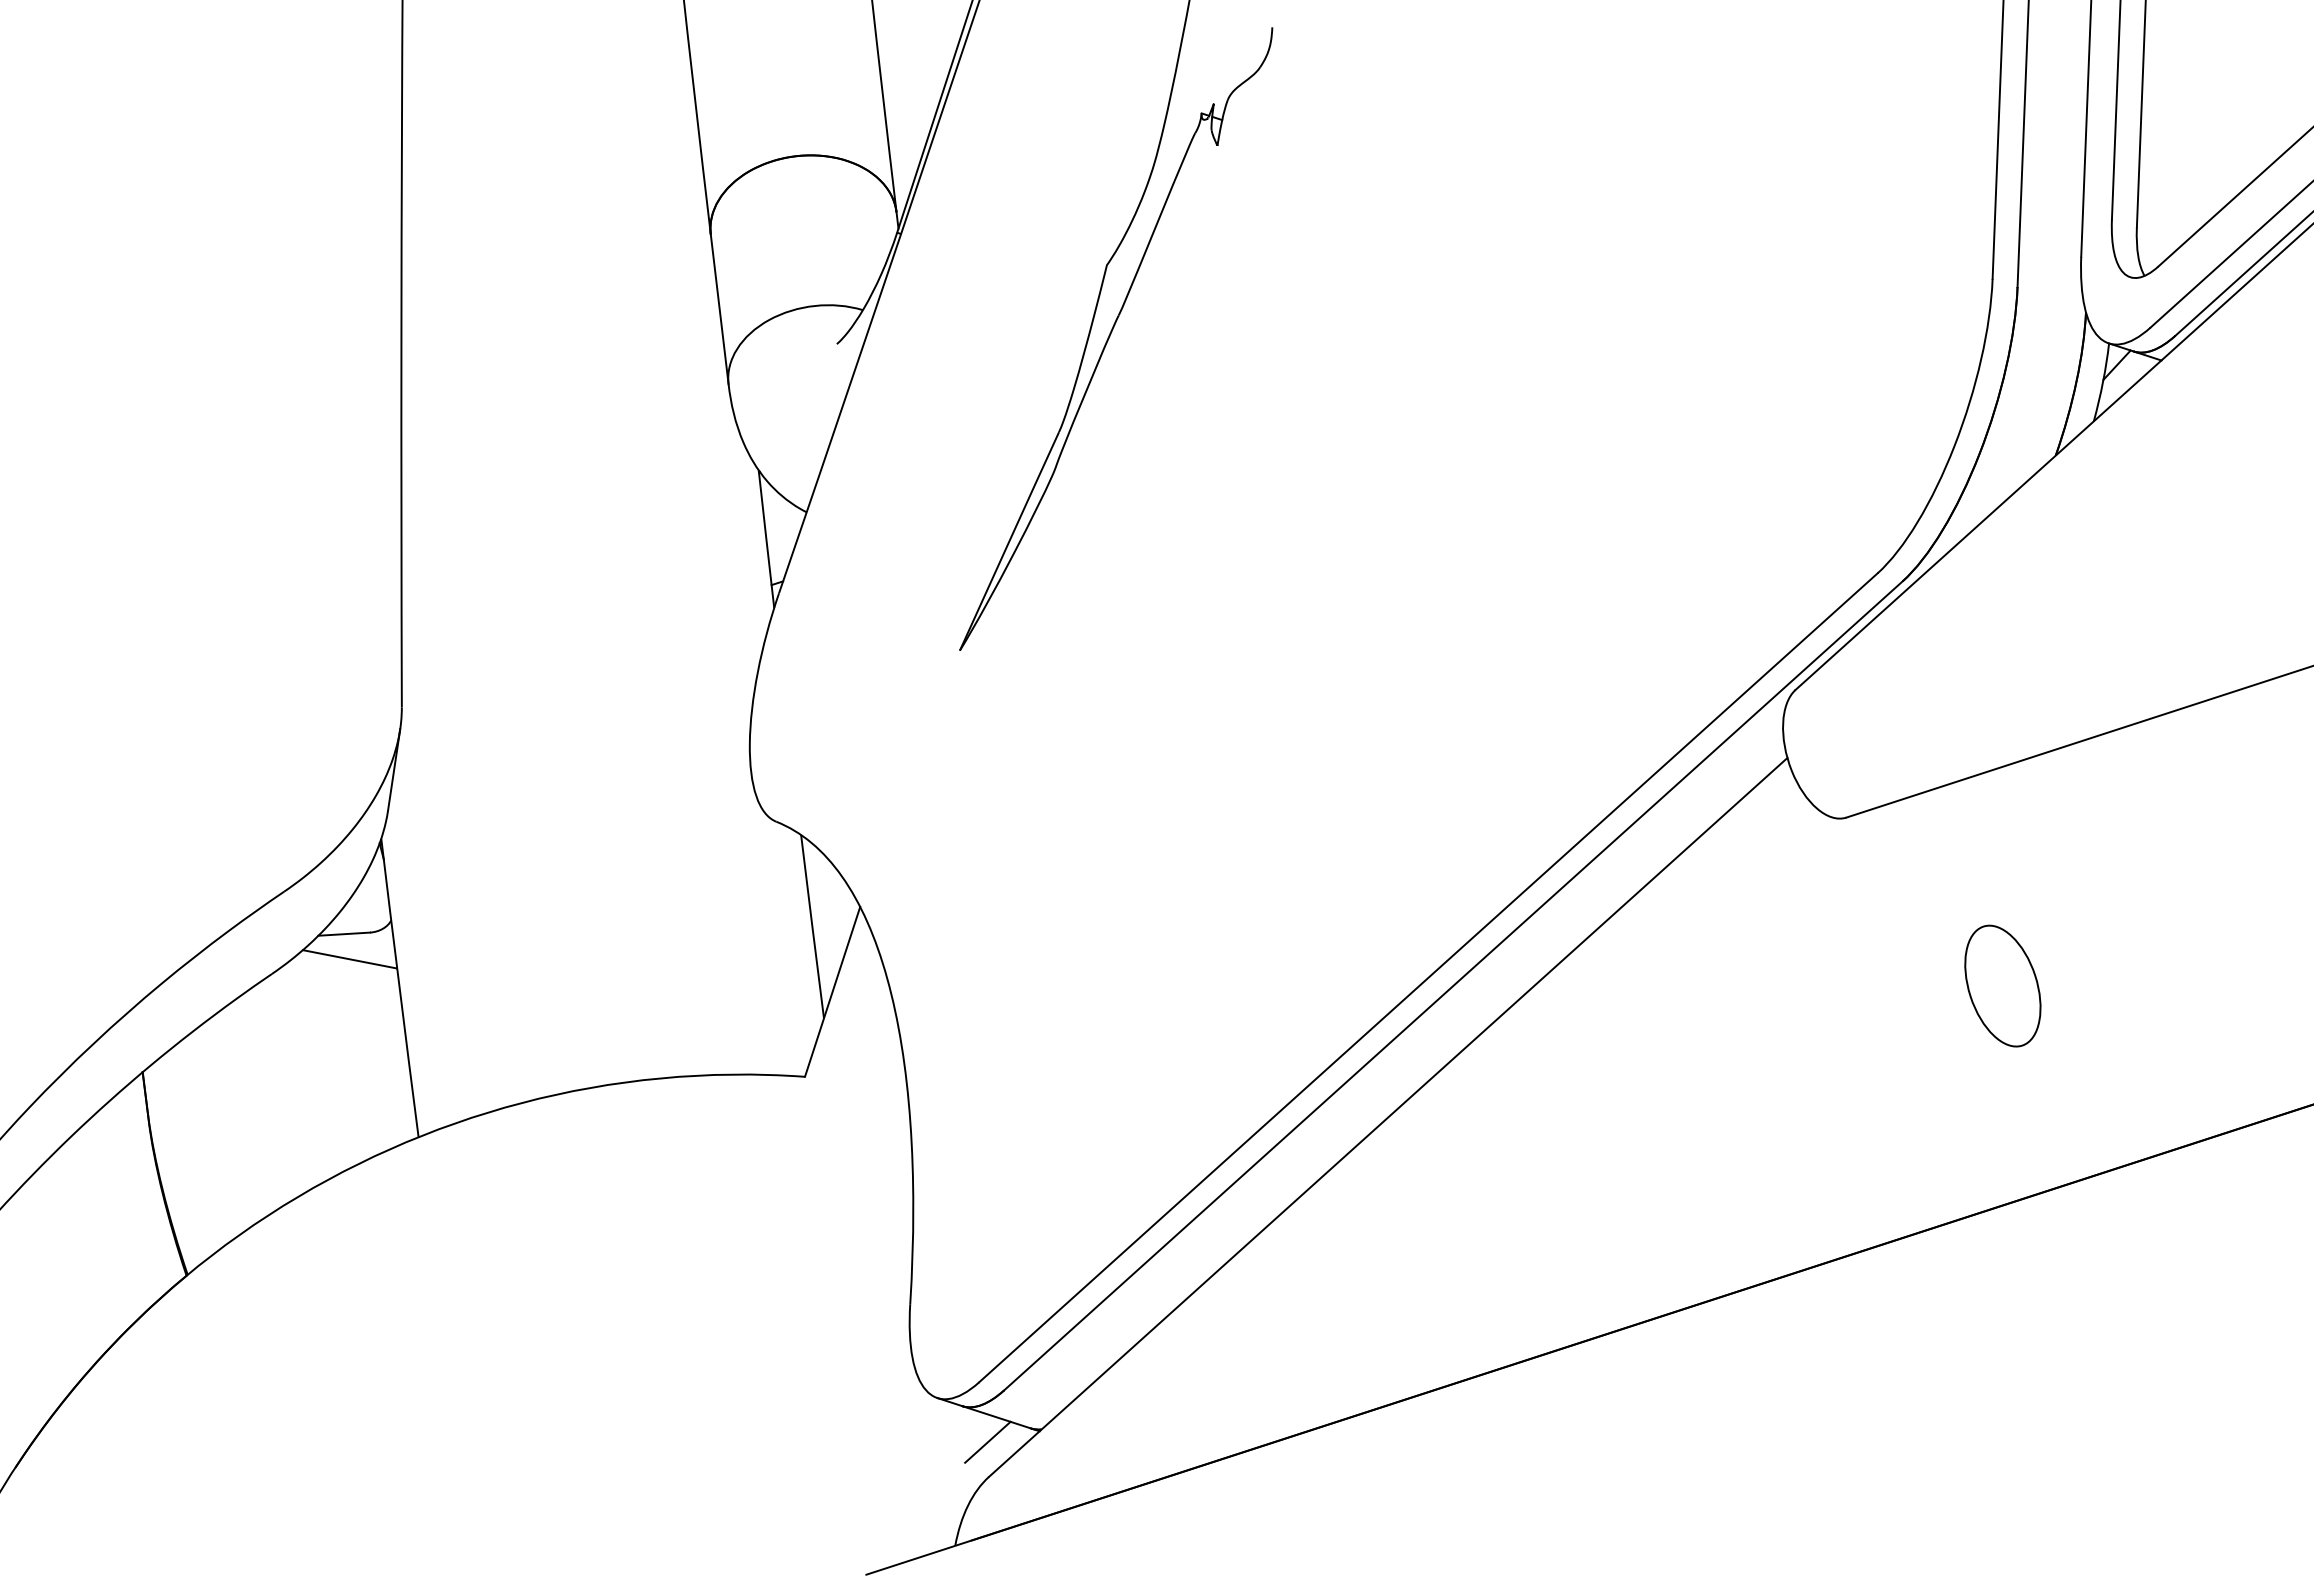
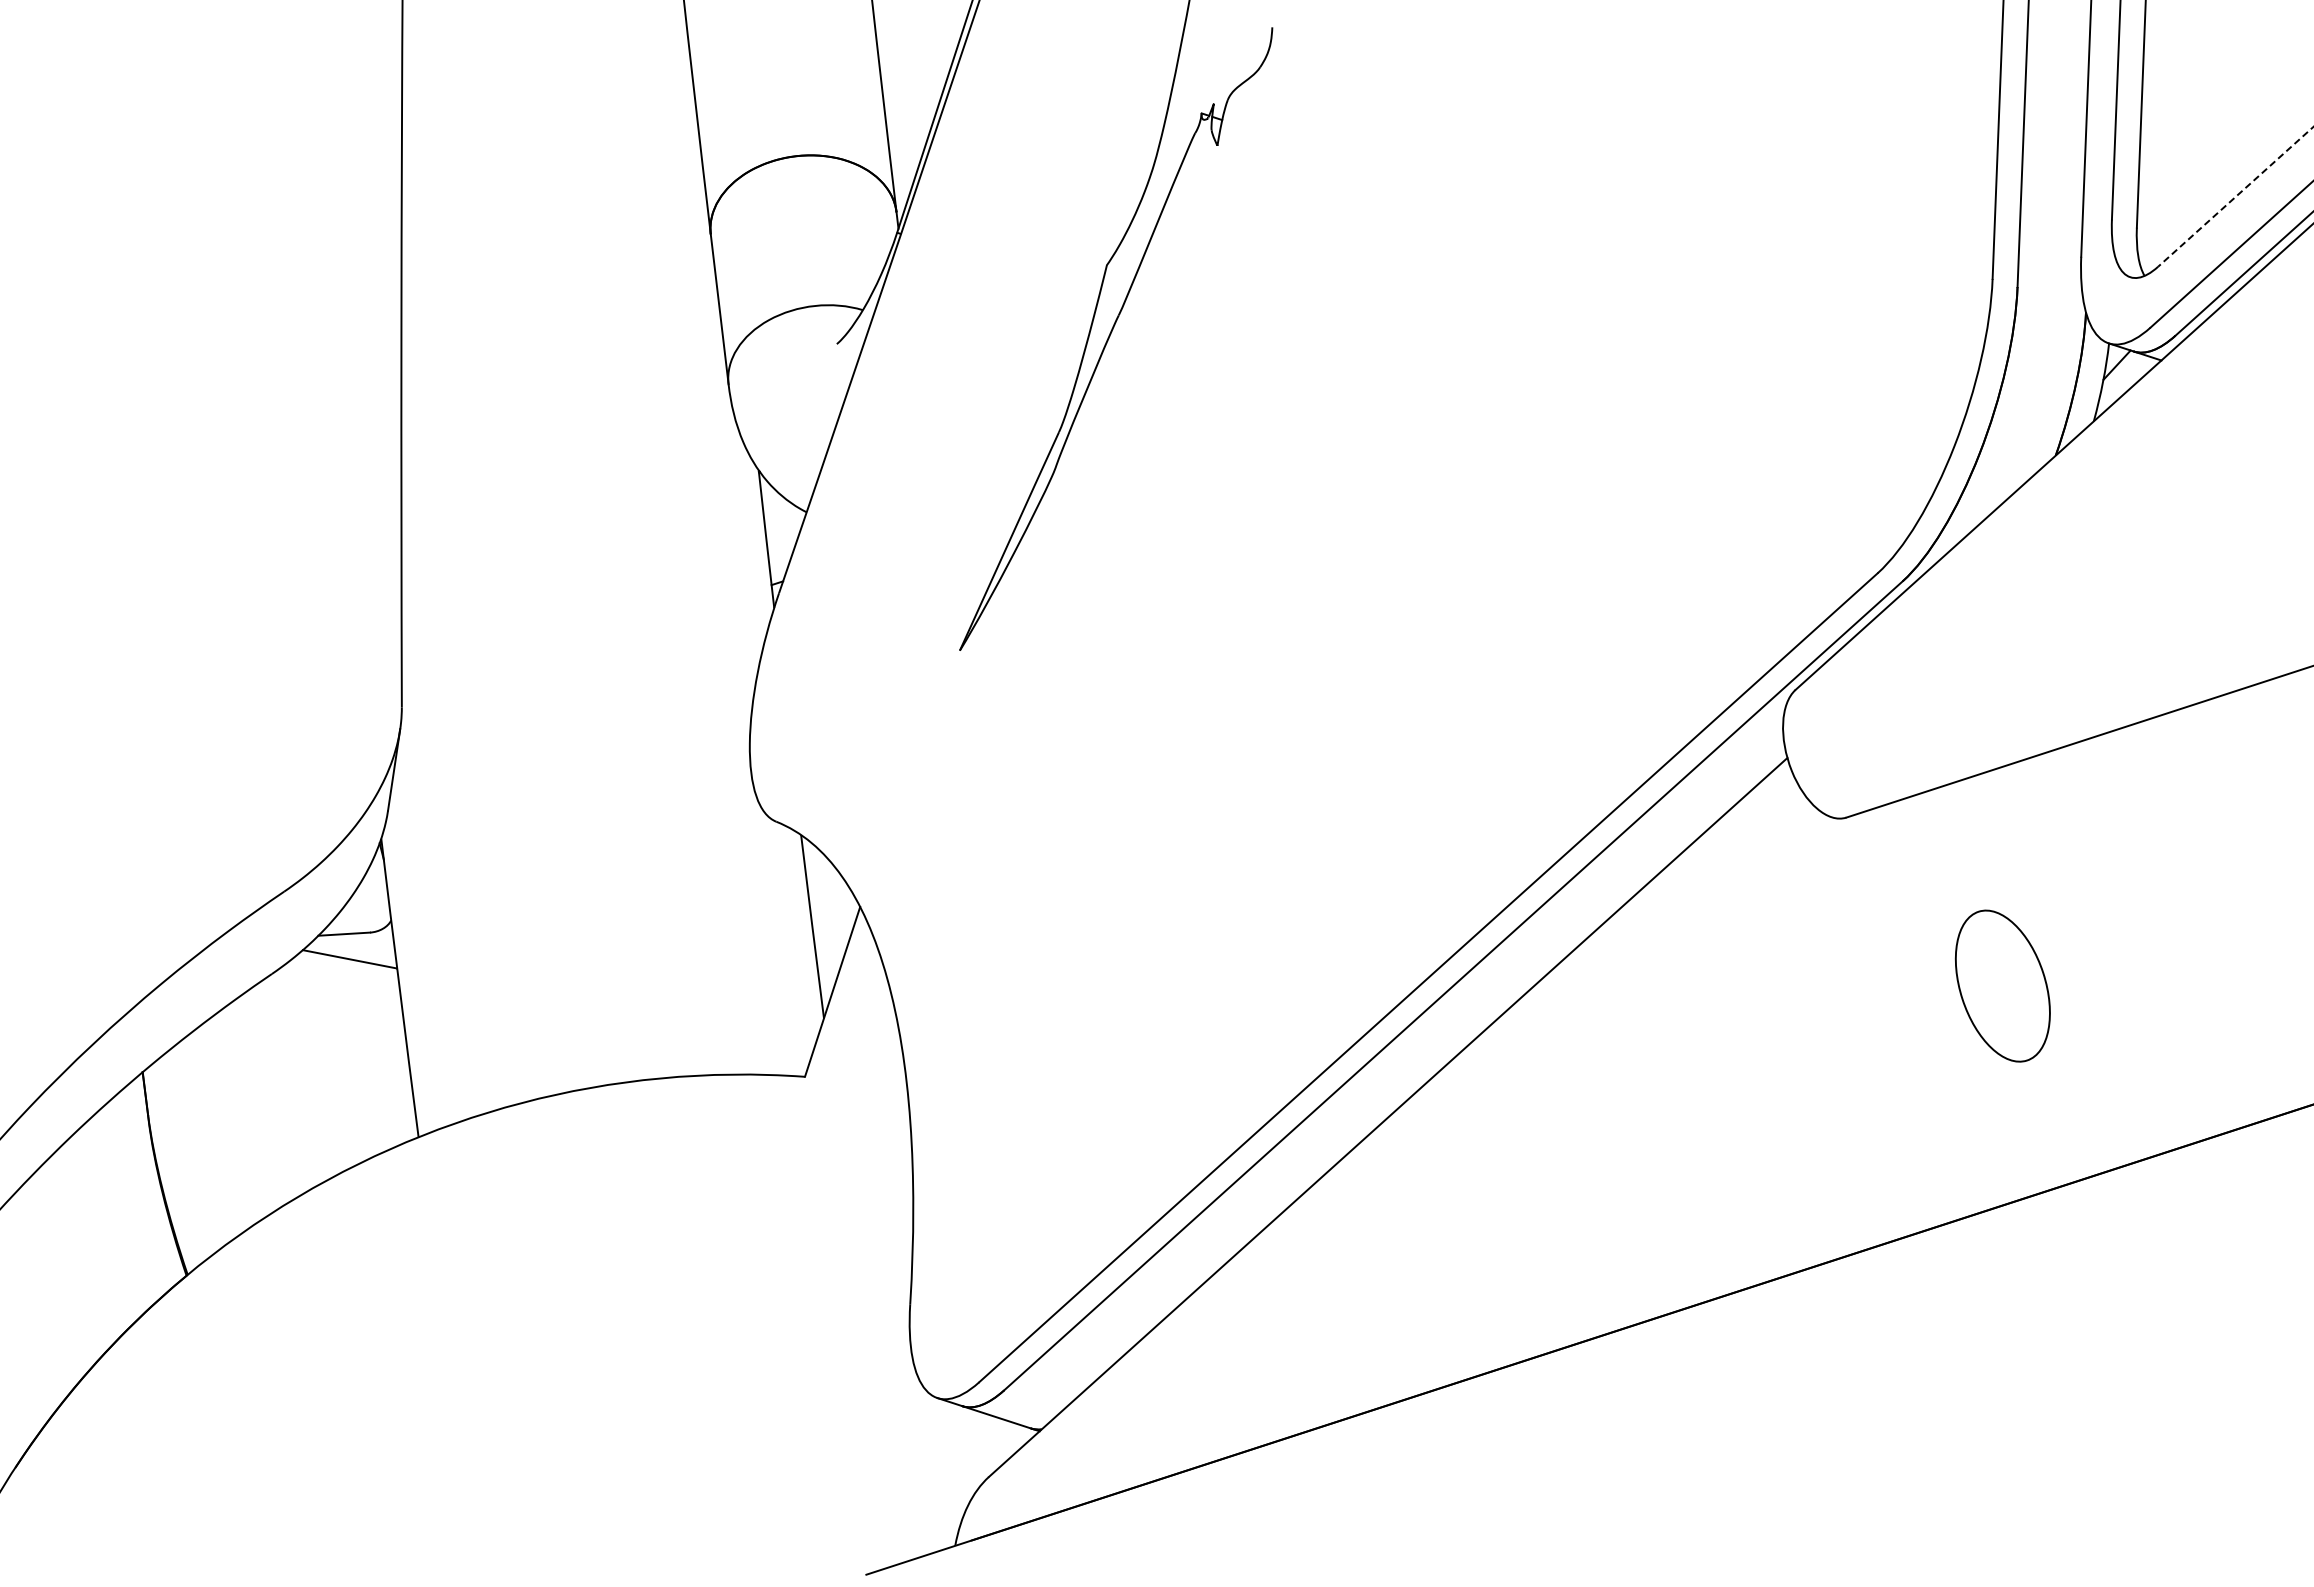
line at (2235, 197): solid -> dashed
part at (2002, 985) size: 78x124 px -> 97x154 px
line at (987, 1441): present -> none
